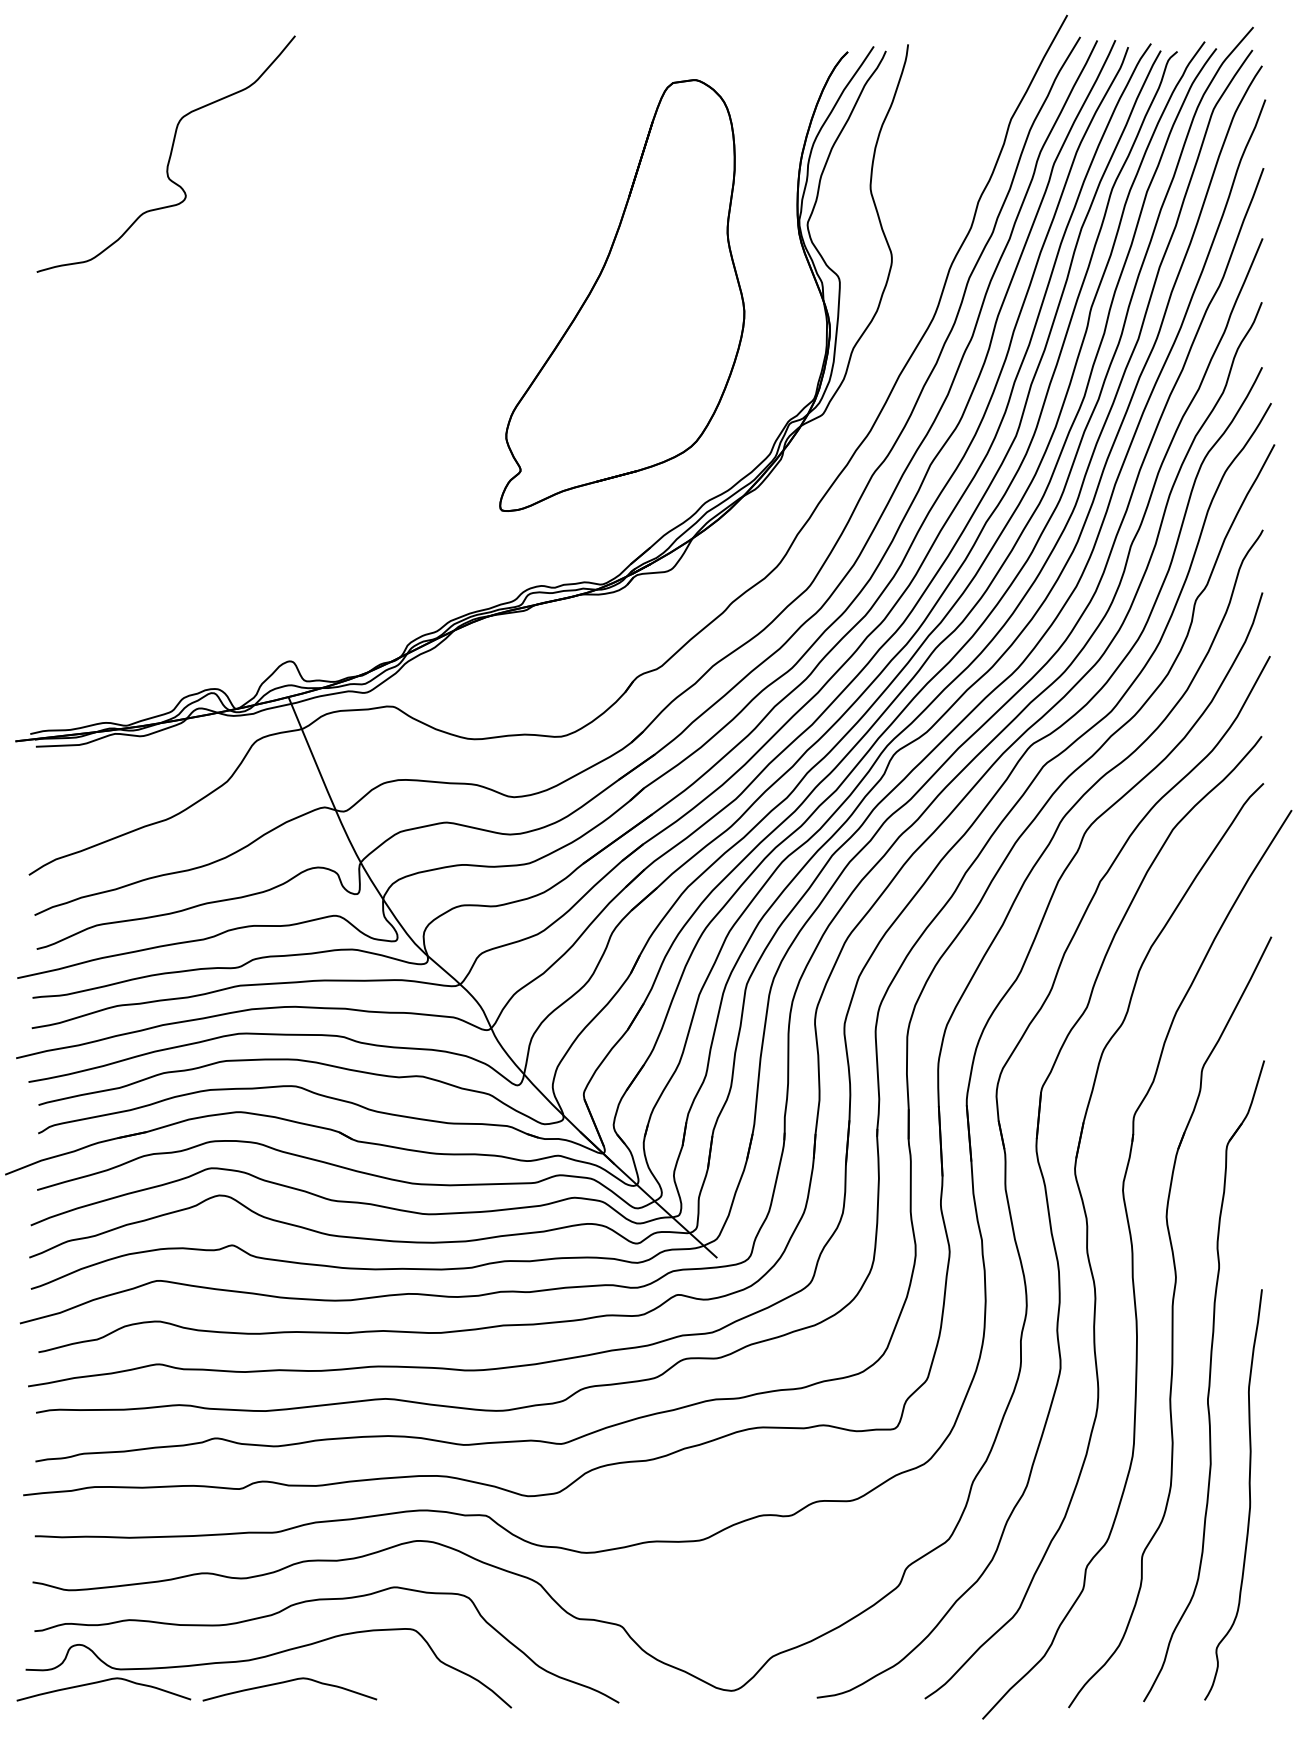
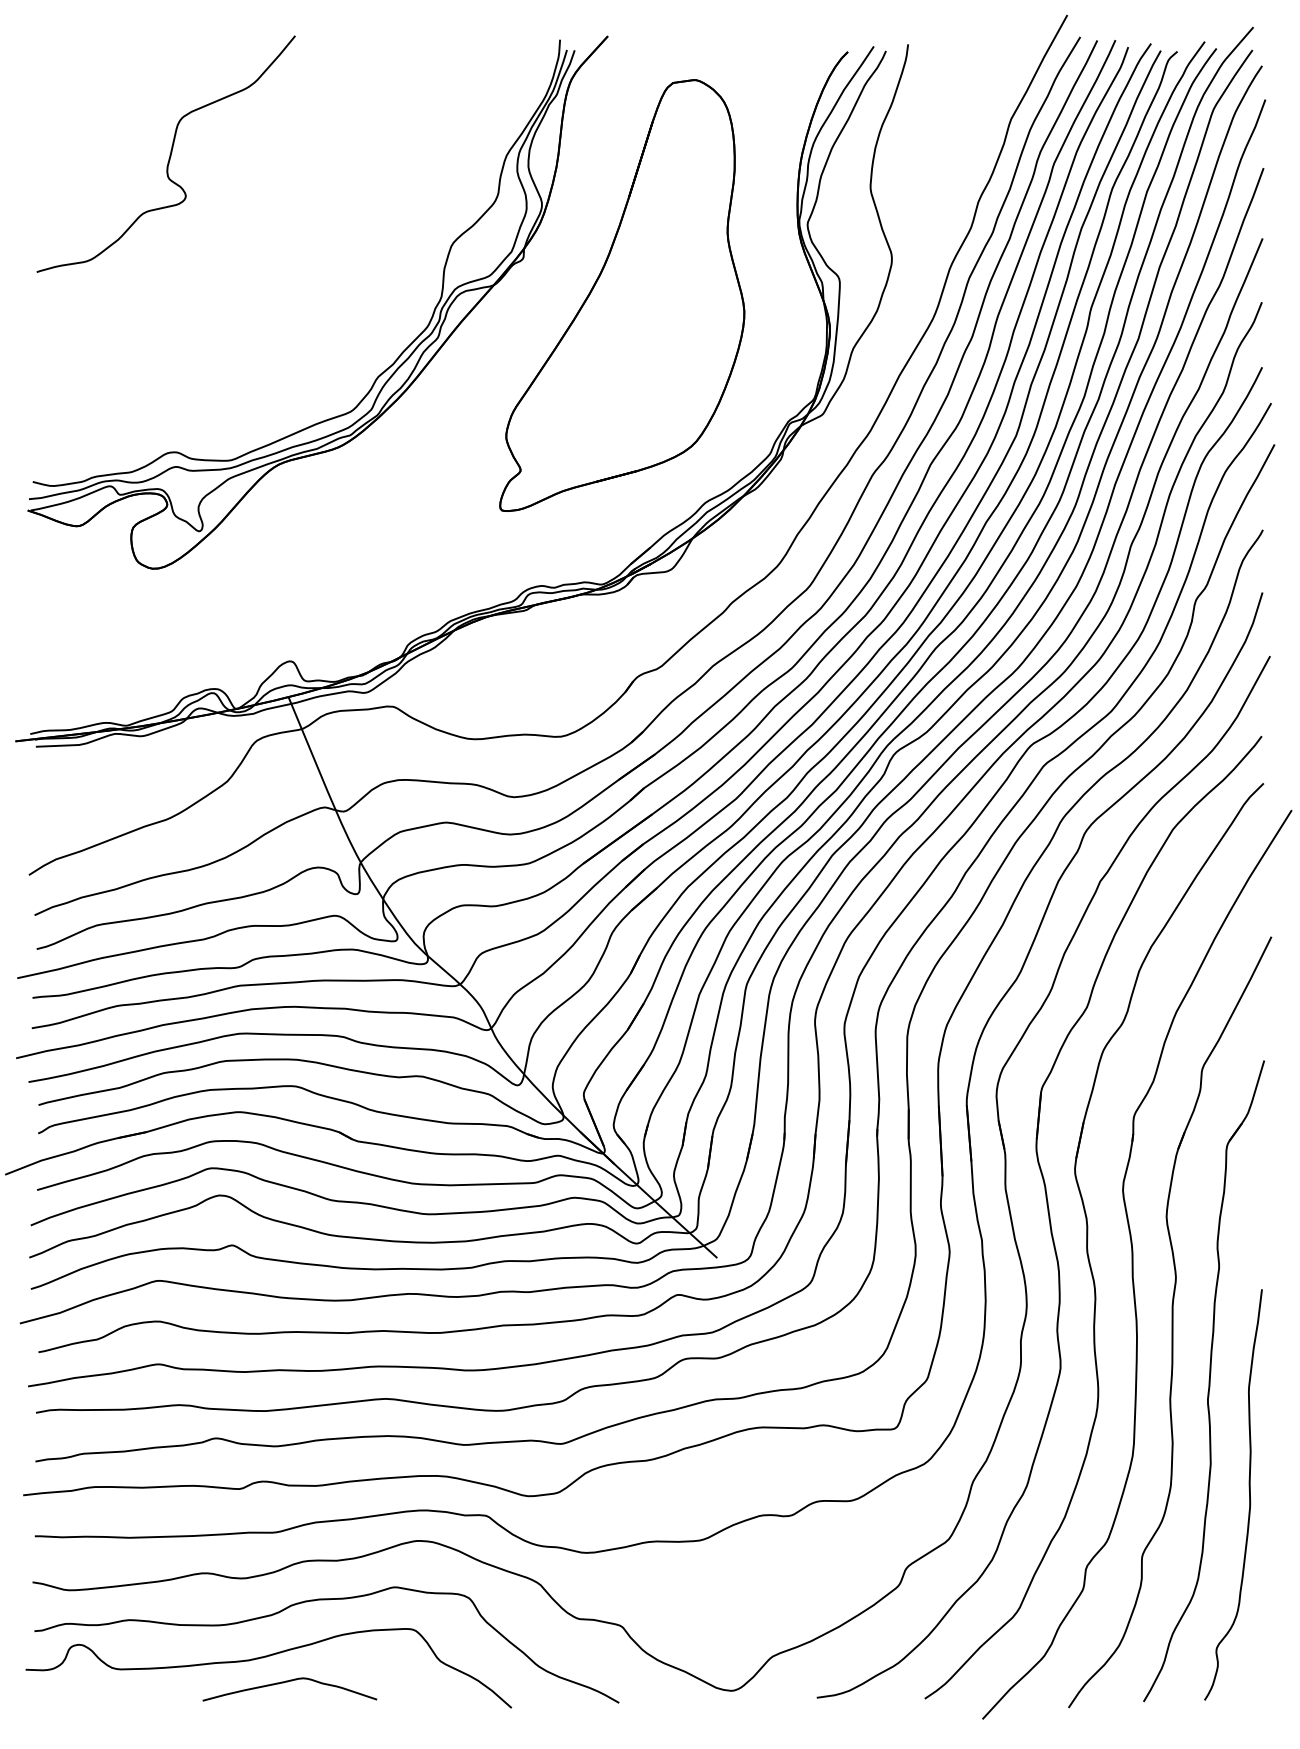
part at (381, 372): none -> present
curve at (102, 1682): present -> none
